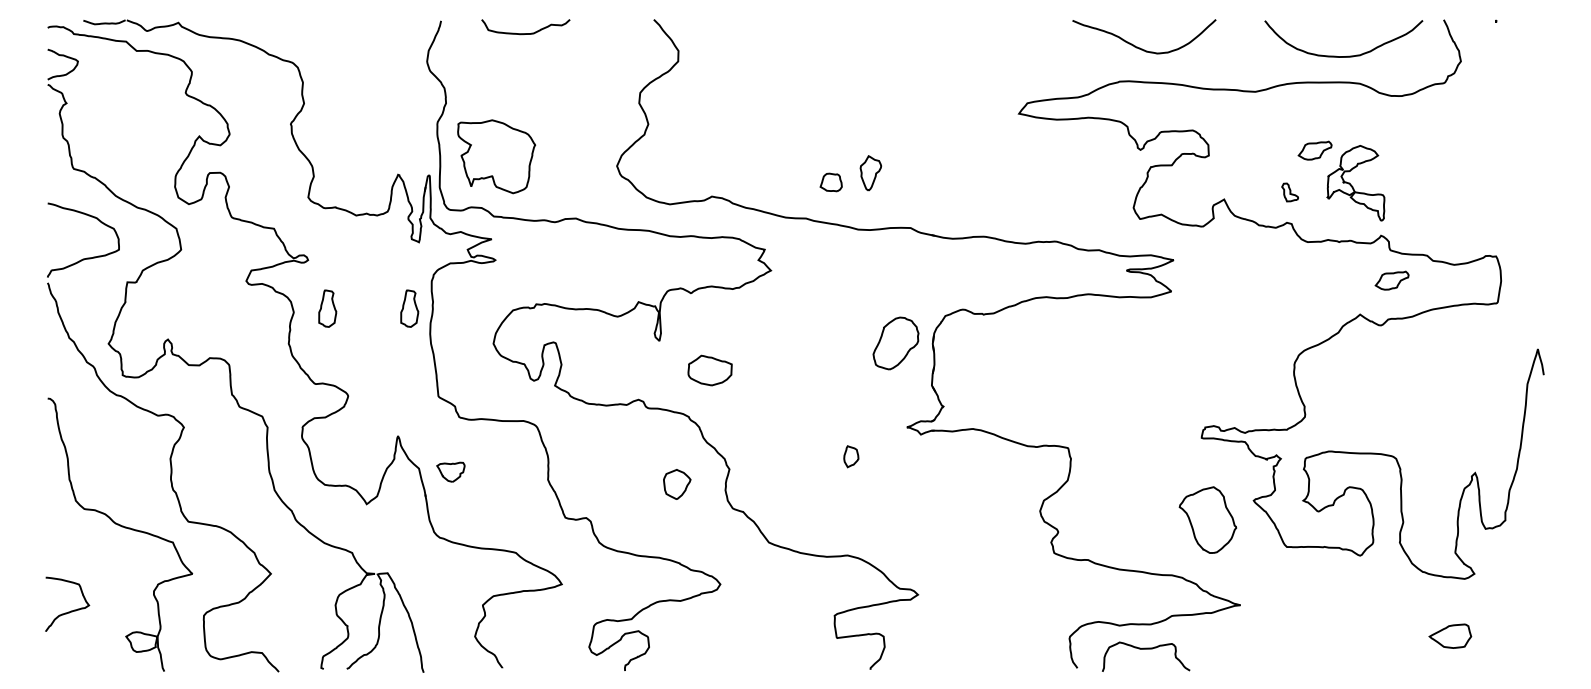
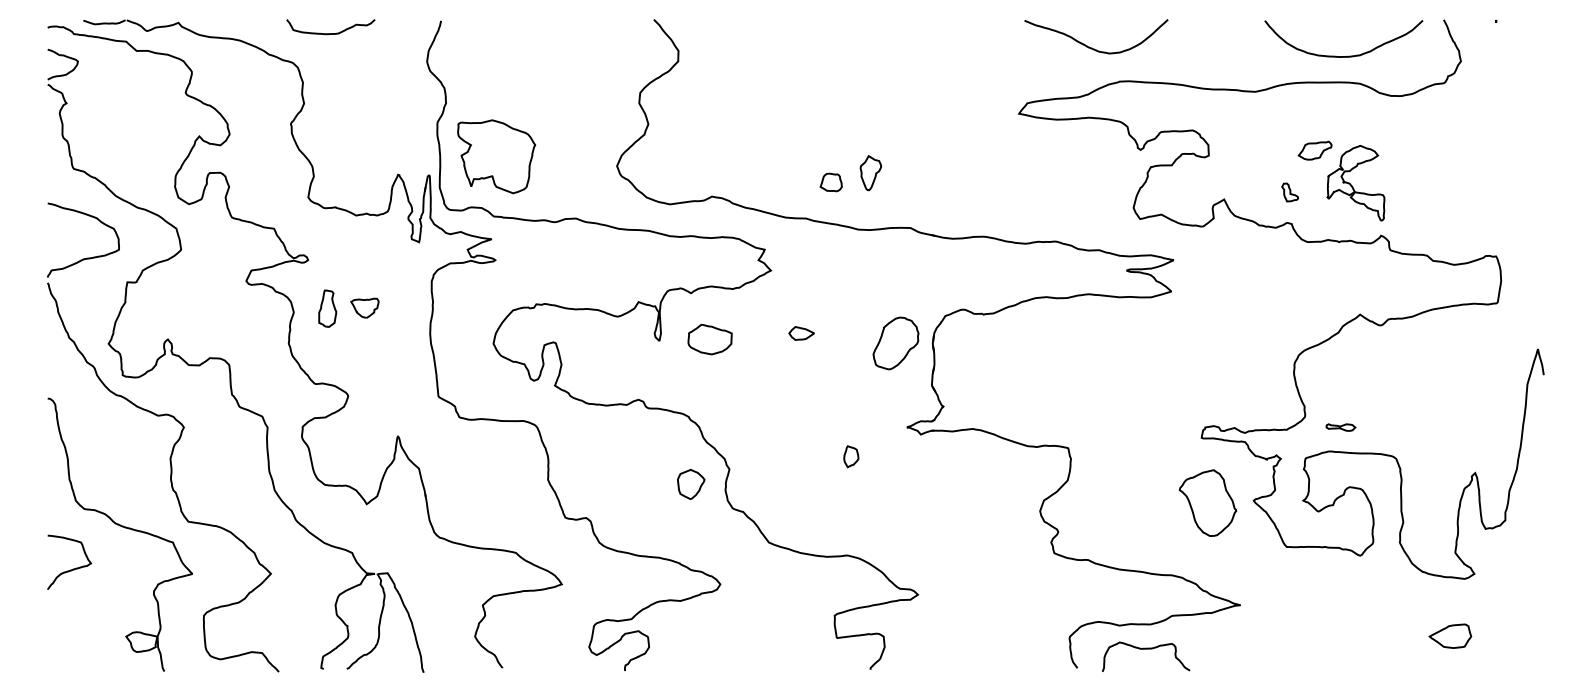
curve at (525, 33) position: (525, 33) -> (330, 33)
curve at (1140, 47) position: (1140, 47) -> (1092, 47)
part at (1391, 280): present -> none
part at (409, 308): present -> none
part at (801, 333): none -> present
part at (709, 370) position: (709, 370) -> (709, 339)
part at (1340, 427): none -> present
part at (450, 471) position: (450, 471) -> (364, 307)
part at (677, 484) position: (677, 484) -> (691, 484)
part at (1207, 519) position: (1207, 519) -> (1207, 502)
curve at (71, 610) position: (71, 610) -> (73, 568)
